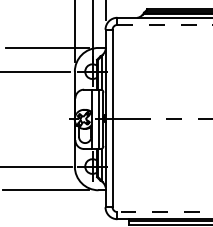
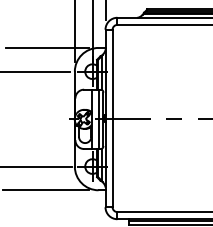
line at (165, 24): dashed -> solid
line at (164, 212): dashed -> solid
